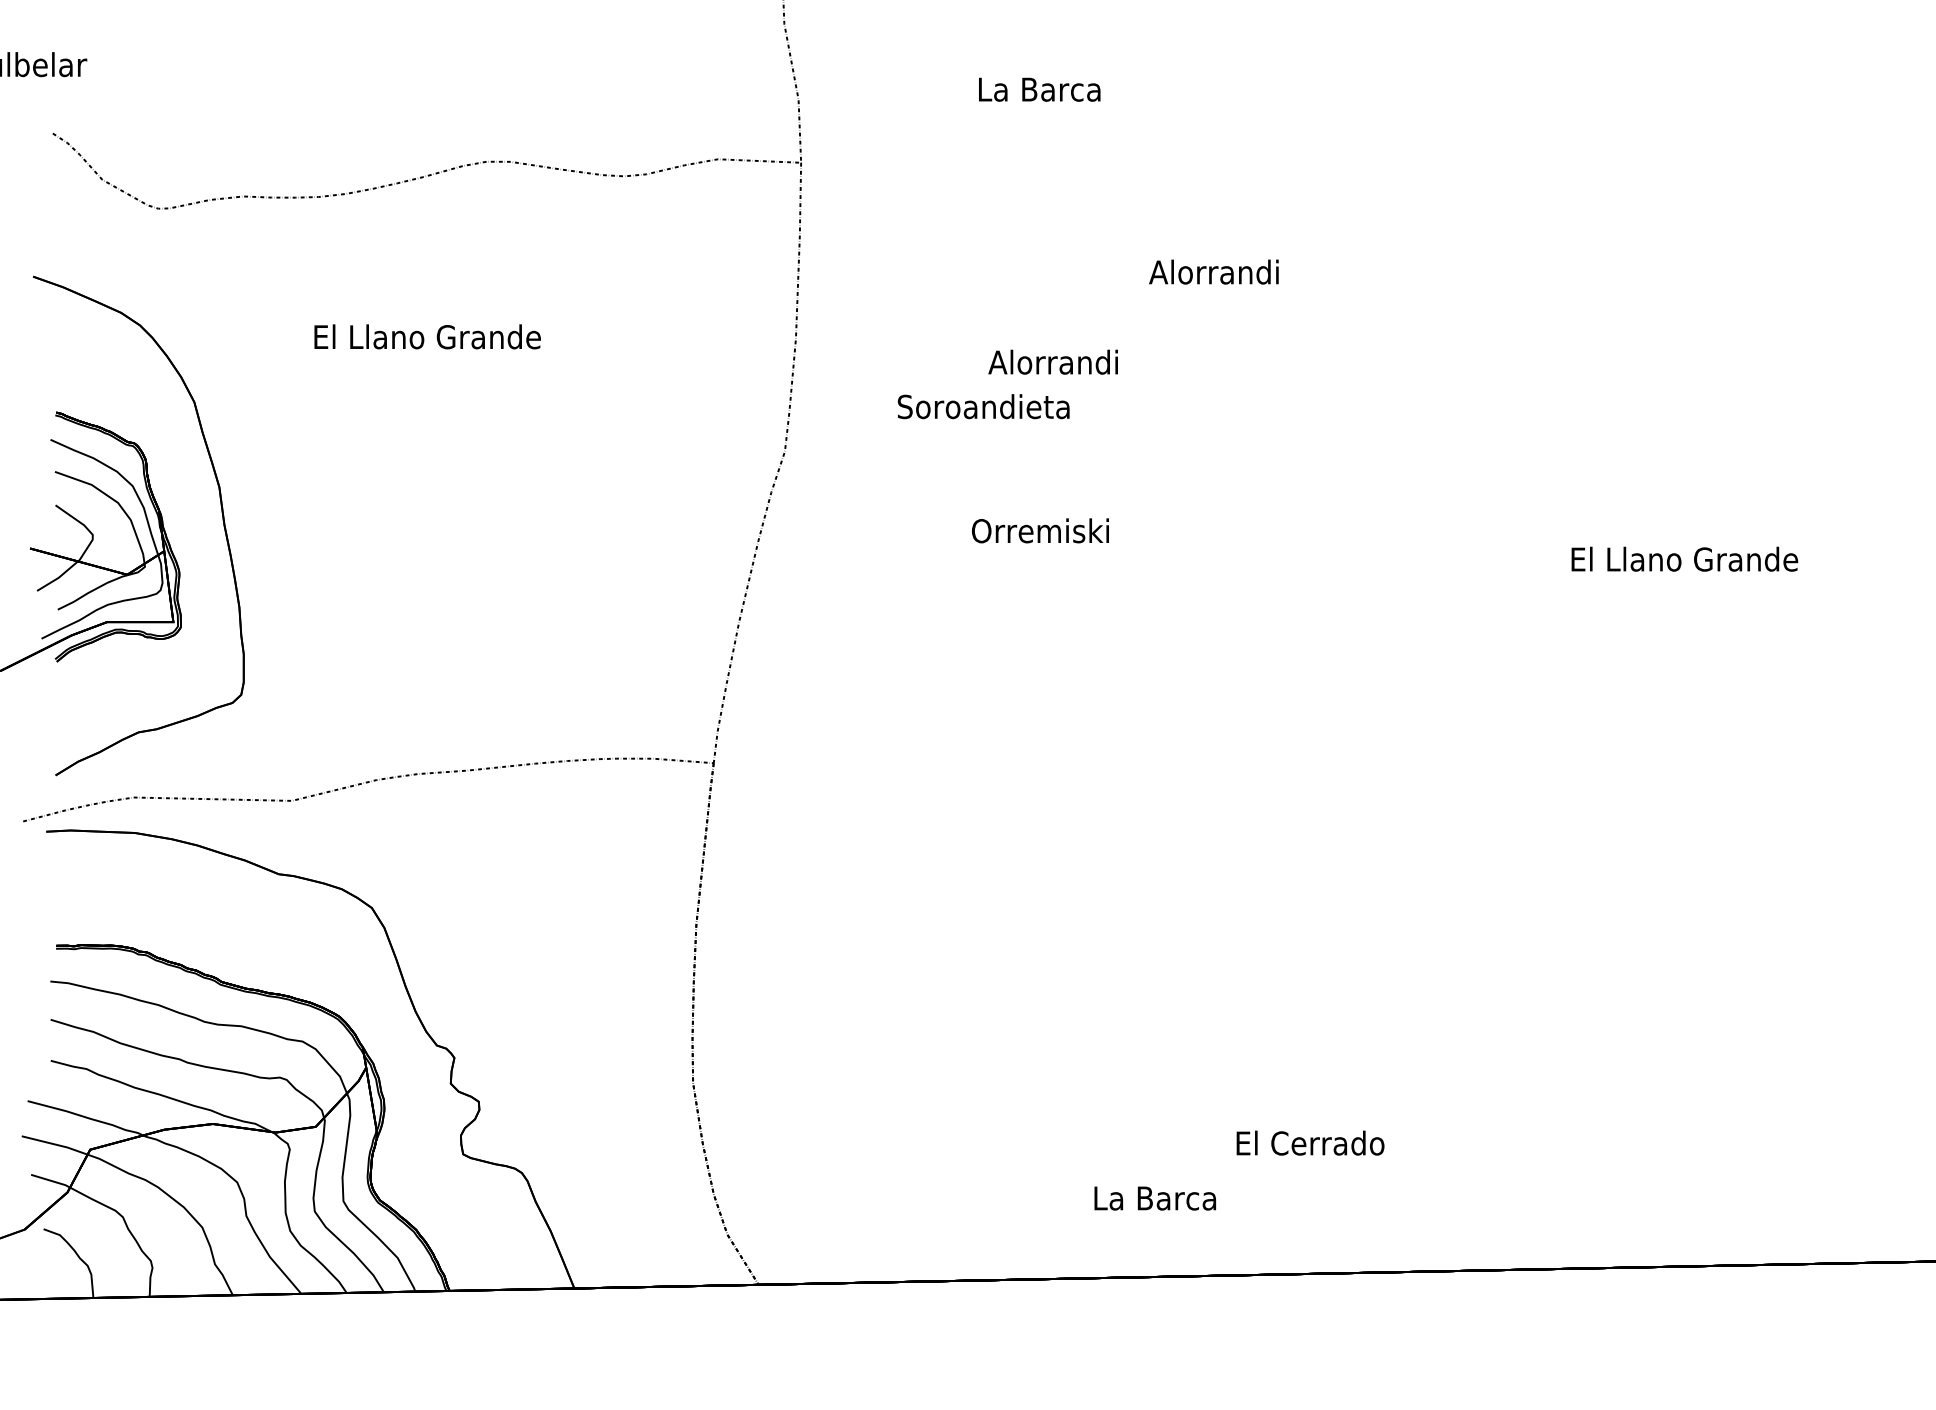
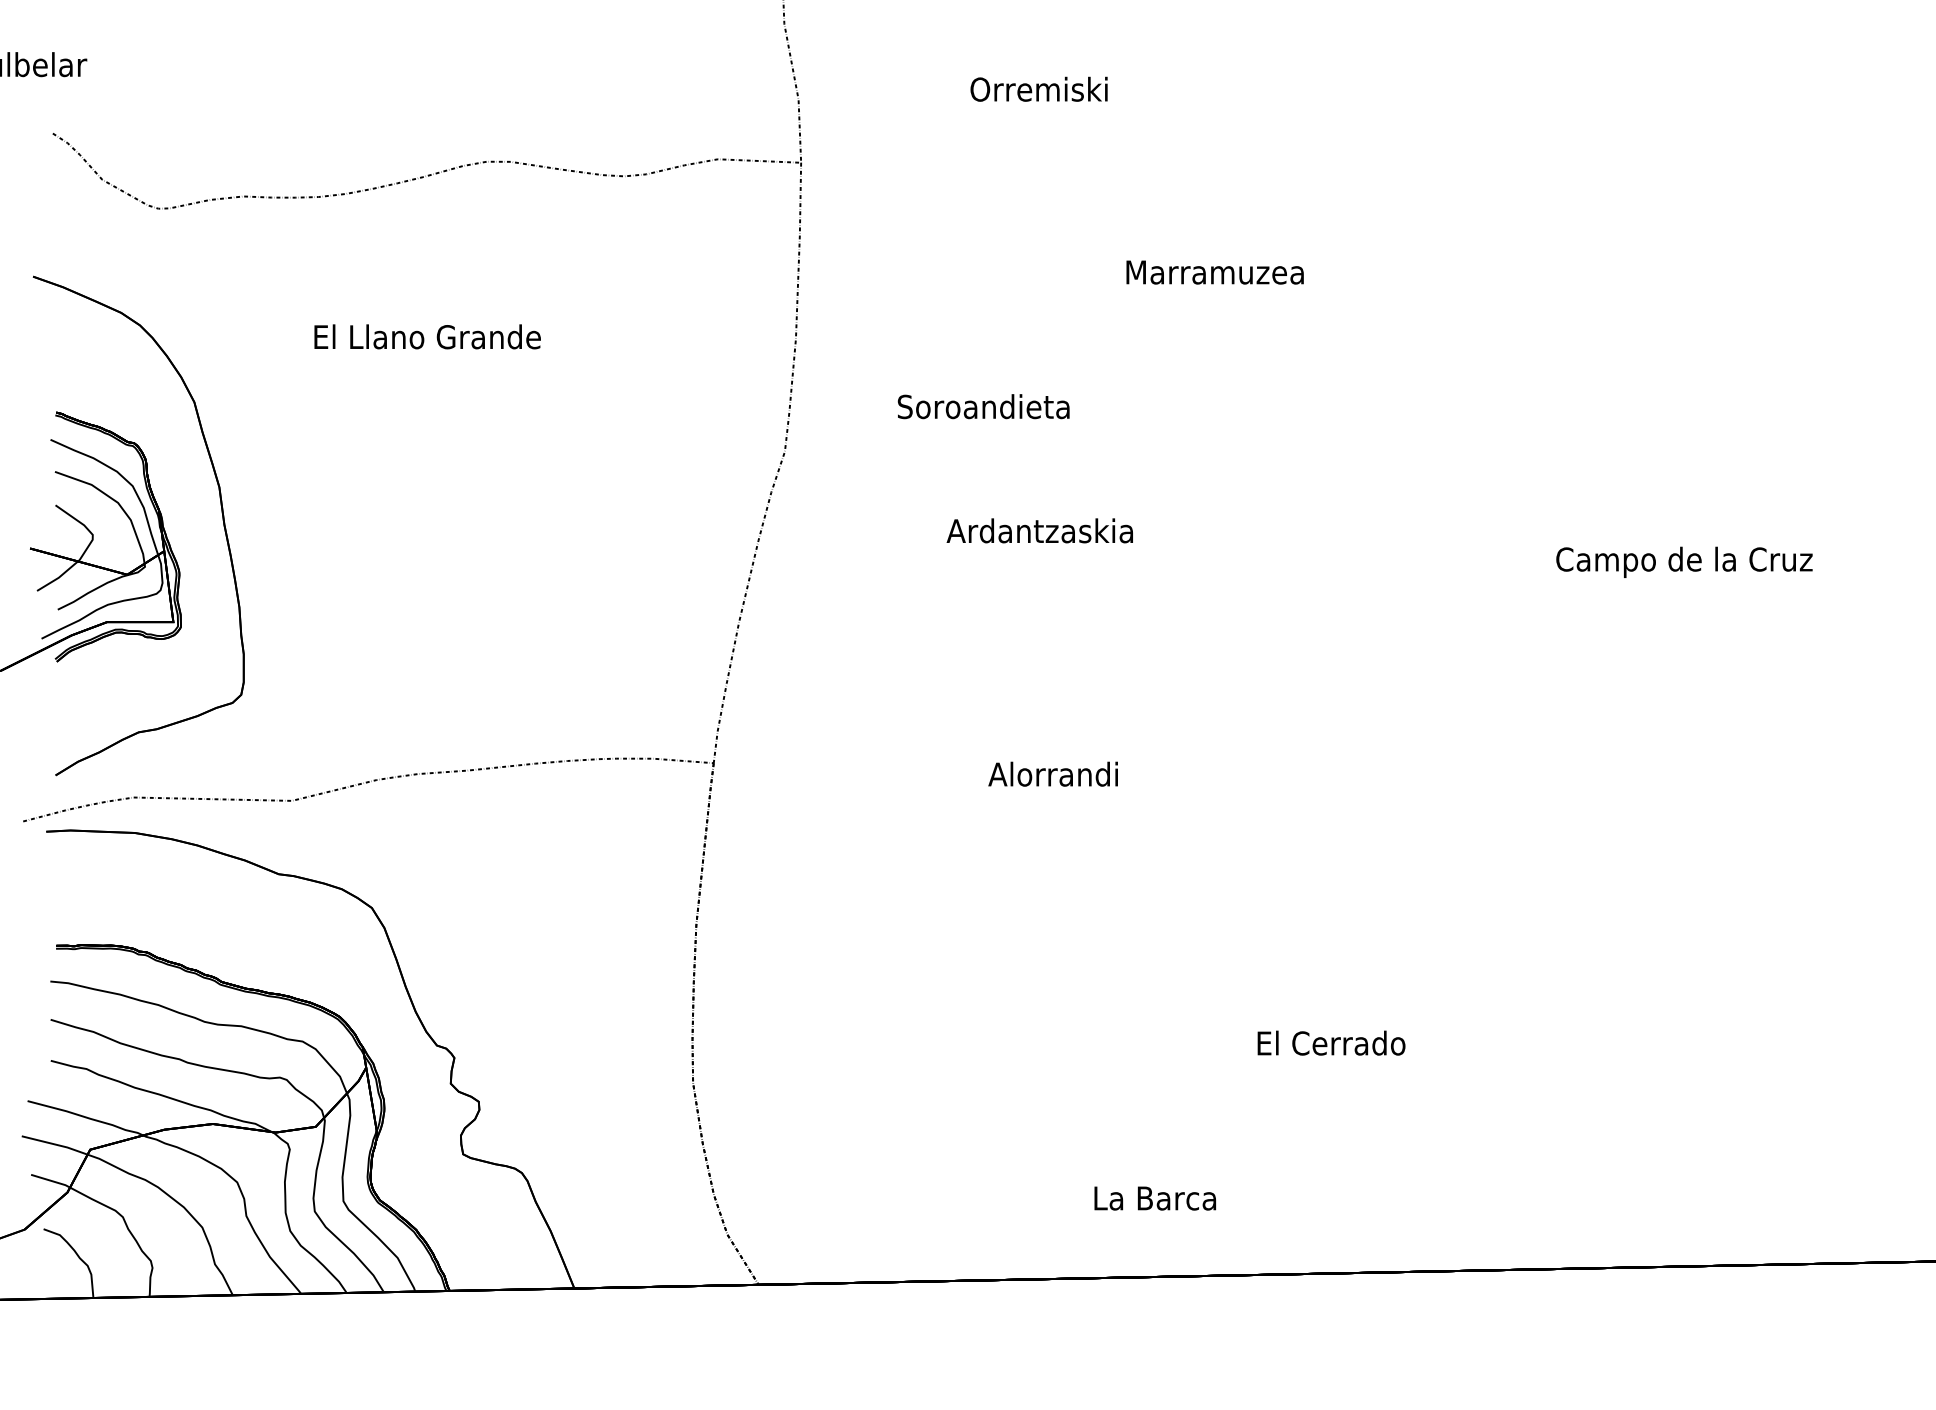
text at (1038, 88): La Barca -> Orremiski
text at (1214, 271): Alorrandi -> Marramuzea
text at (1052, 361) position: (1052, 361) -> (1052, 773)
text at (1039, 530): Orremiski -> Ardantzaskia
text at (1684, 562): El Llano Grande -> Campo de la Cruz
text at (1310, 1142) position: (1310, 1142) -> (1331, 1042)
